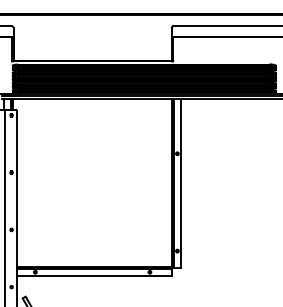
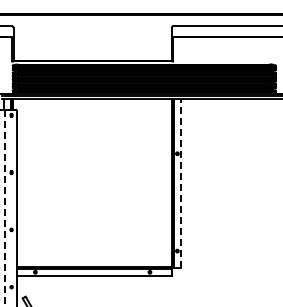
line at (181, 183): solid -> dashed
line at (5, 208): solid -> dashed
